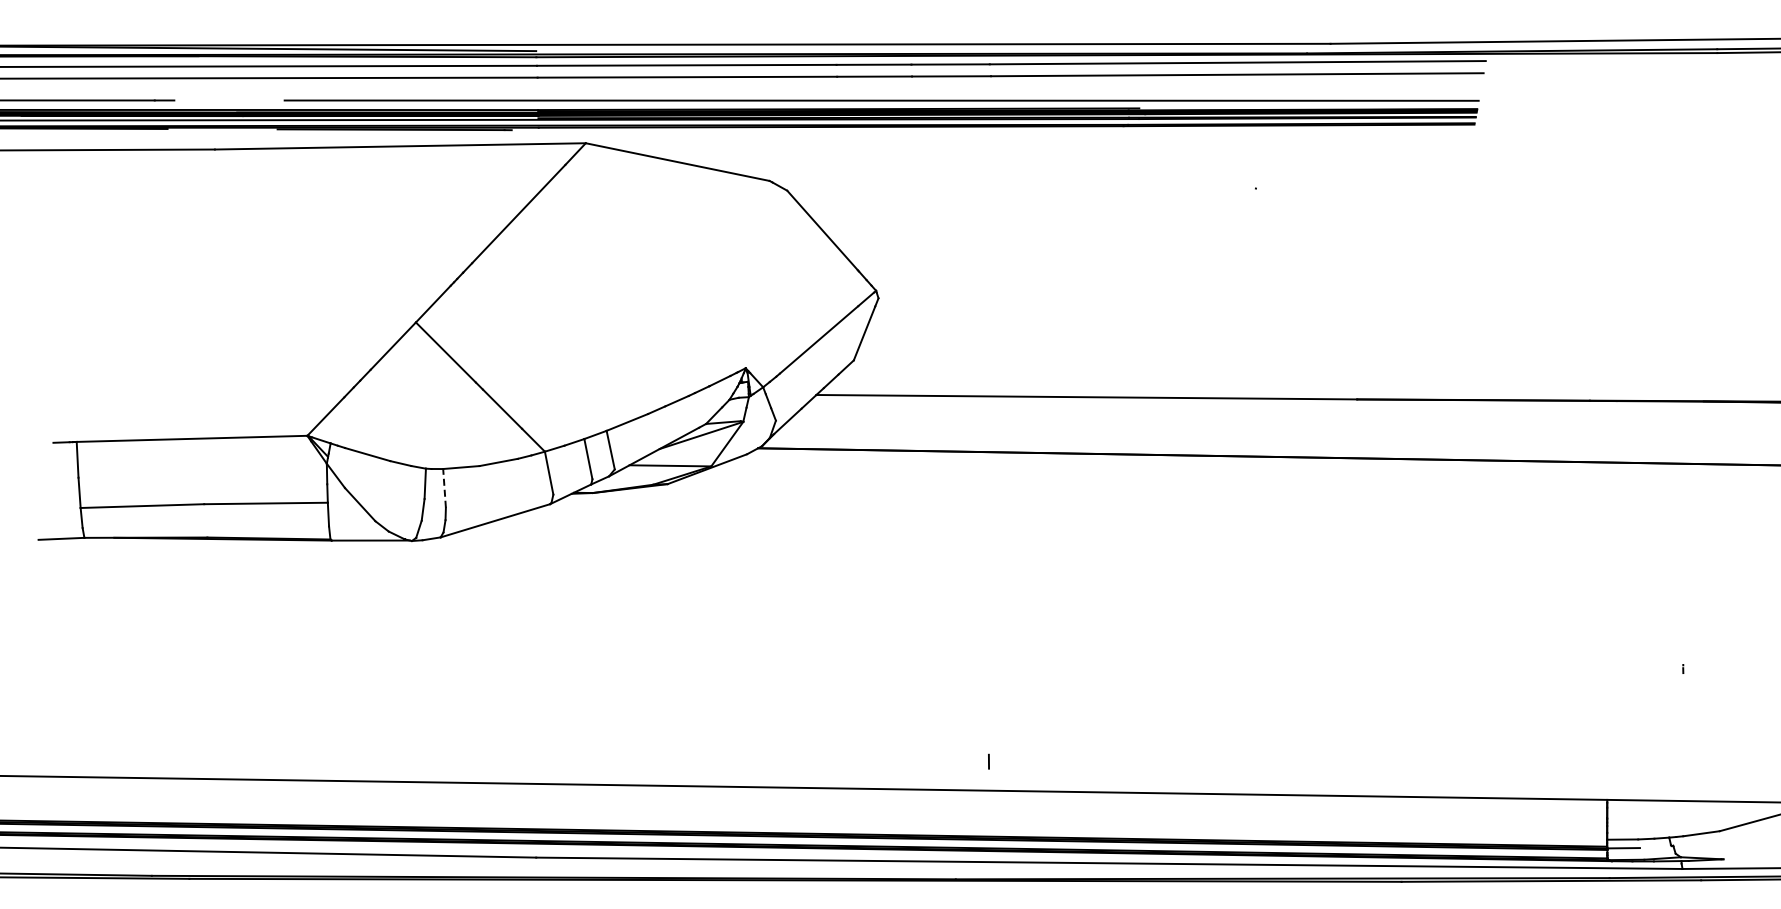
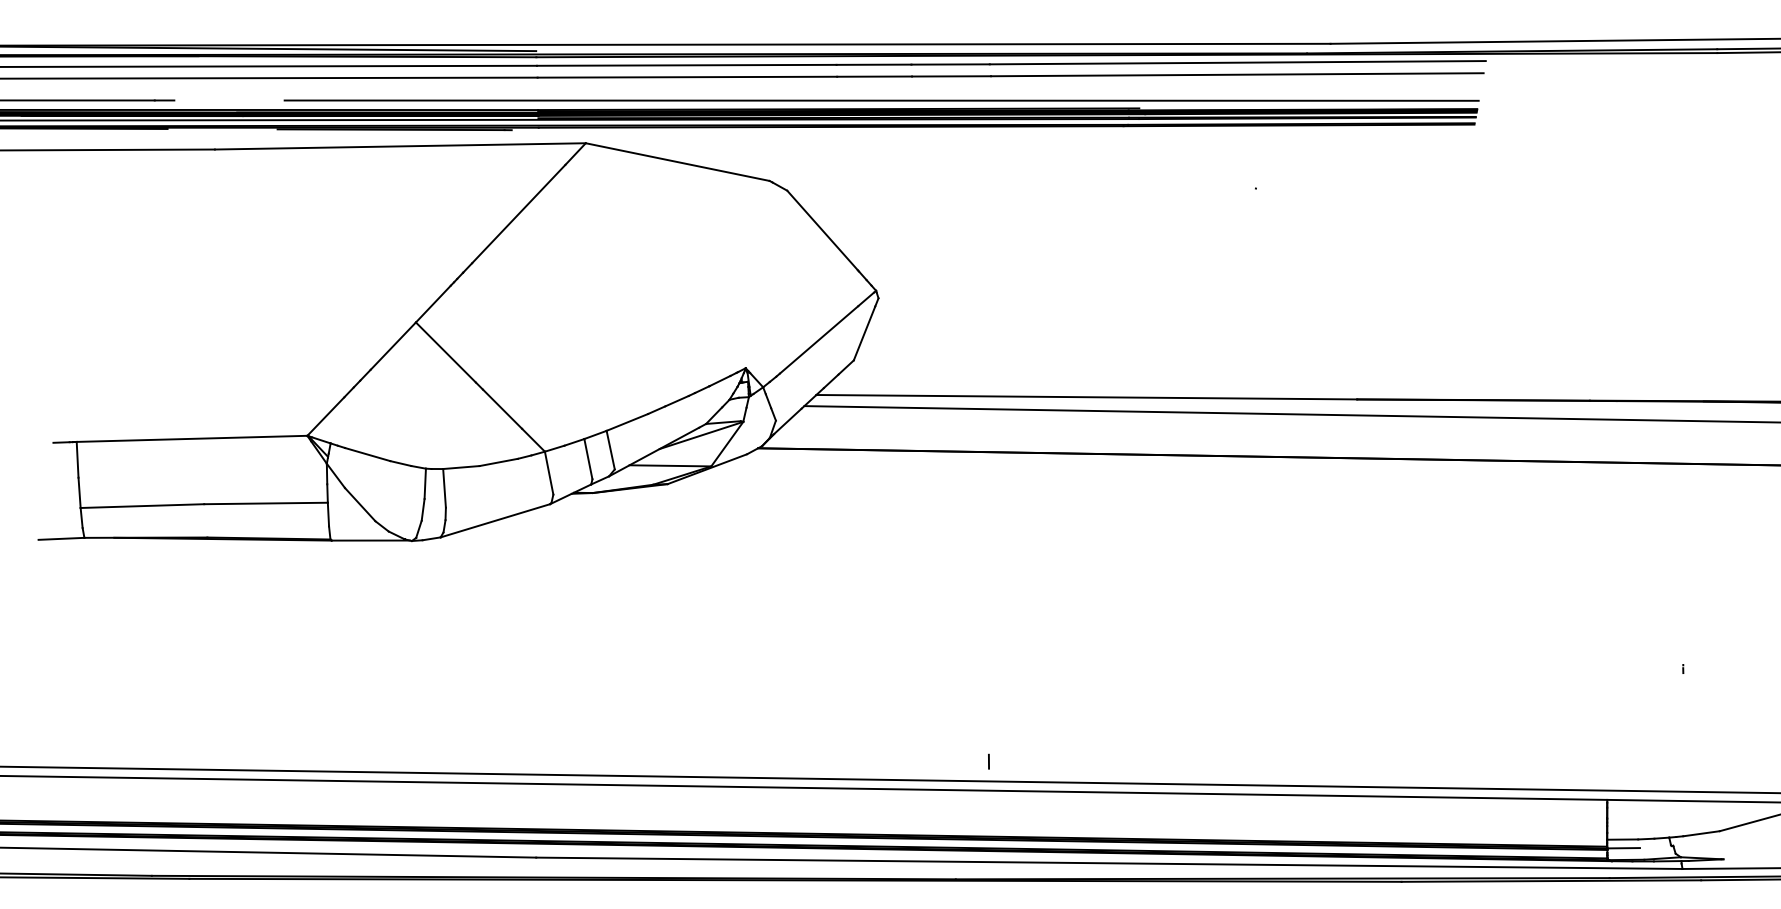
line at (1290, 414): none -> present
line at (444, 487): dashed -> solid
line at (889, 779): none -> present
